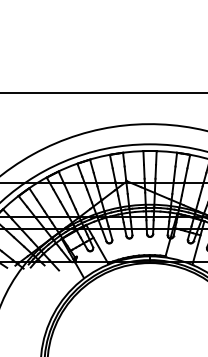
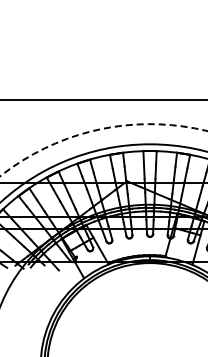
line at (103, 93) position: (103, 93) -> (103, 100)
arc at (97, 129): solid -> dashed
